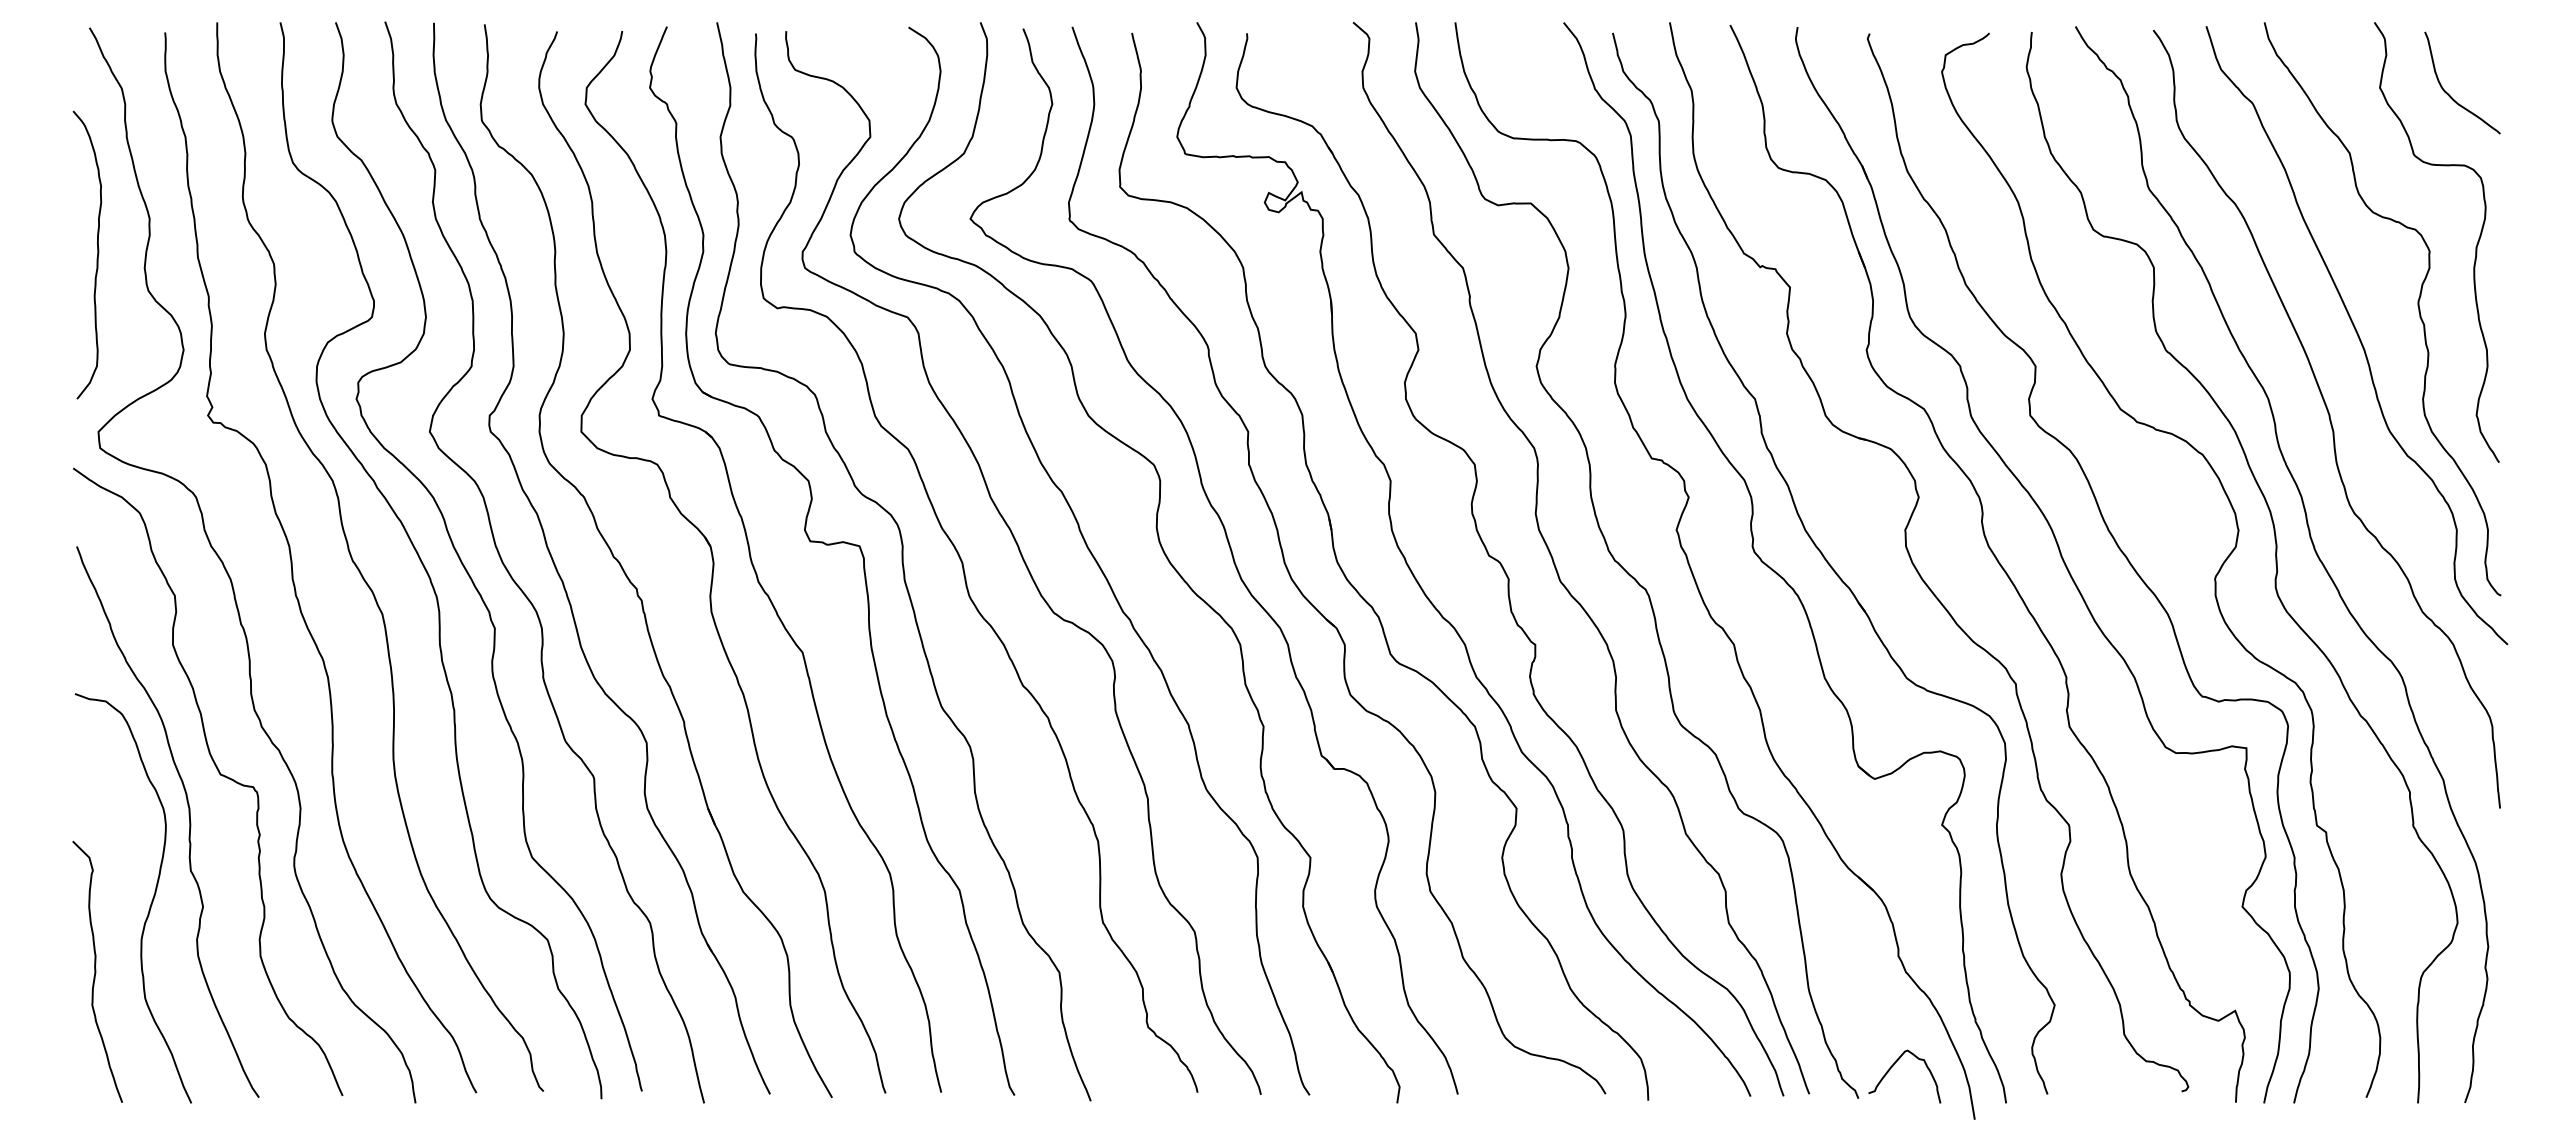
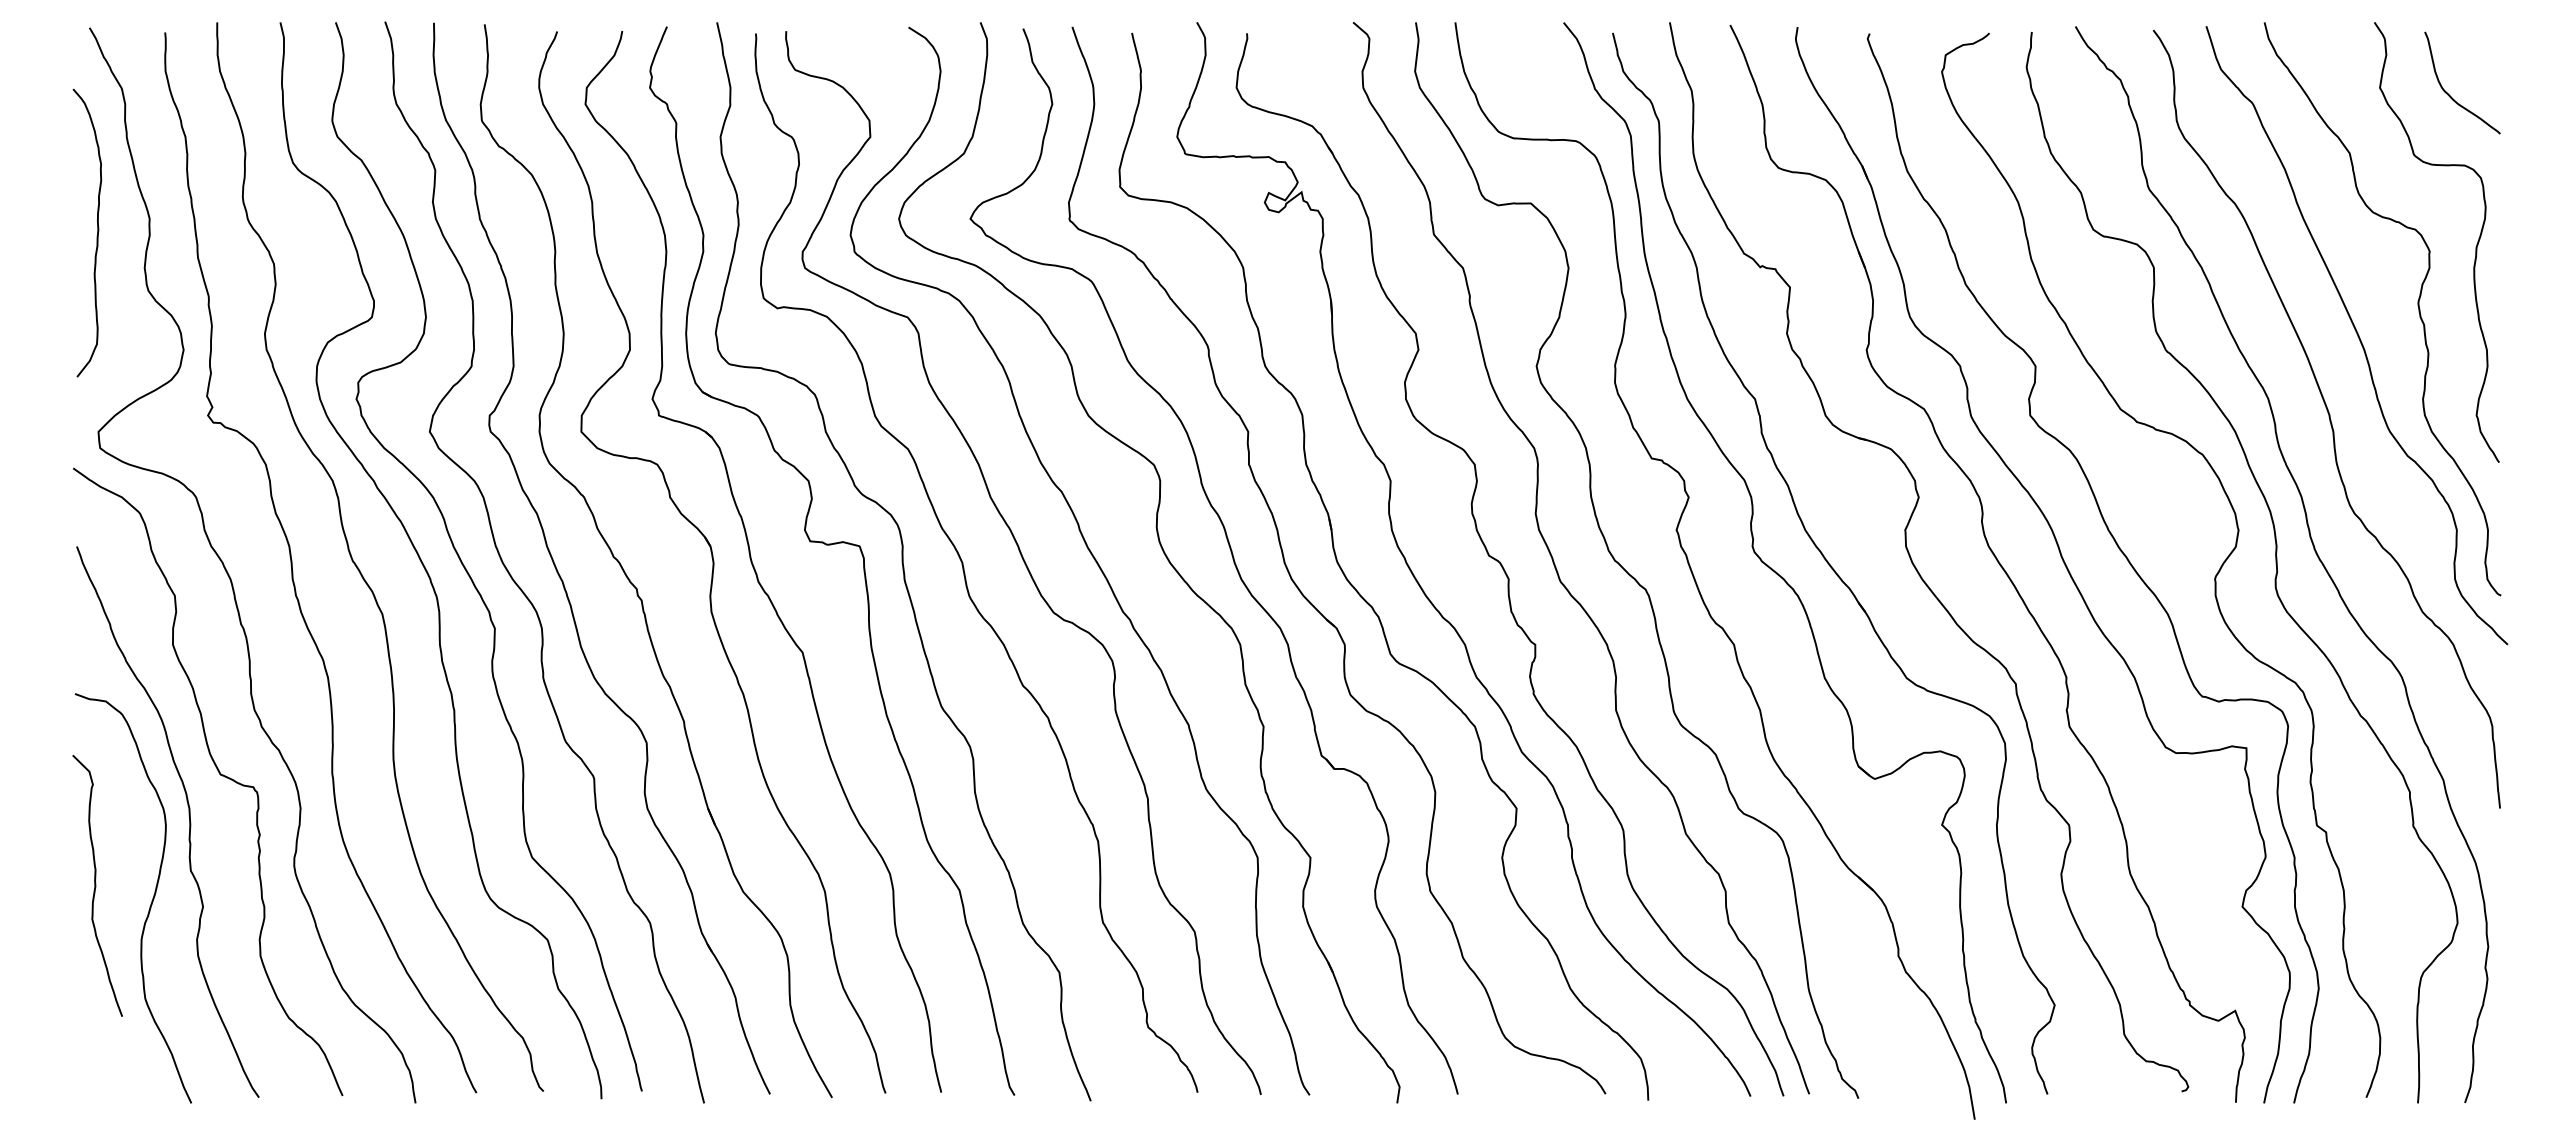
curve at (96, 258) position: (96, 258) -> (96, 236)
curve at (96, 971) position: (96, 971) -> (96, 885)
curve at (1894, 1065): present -> none
